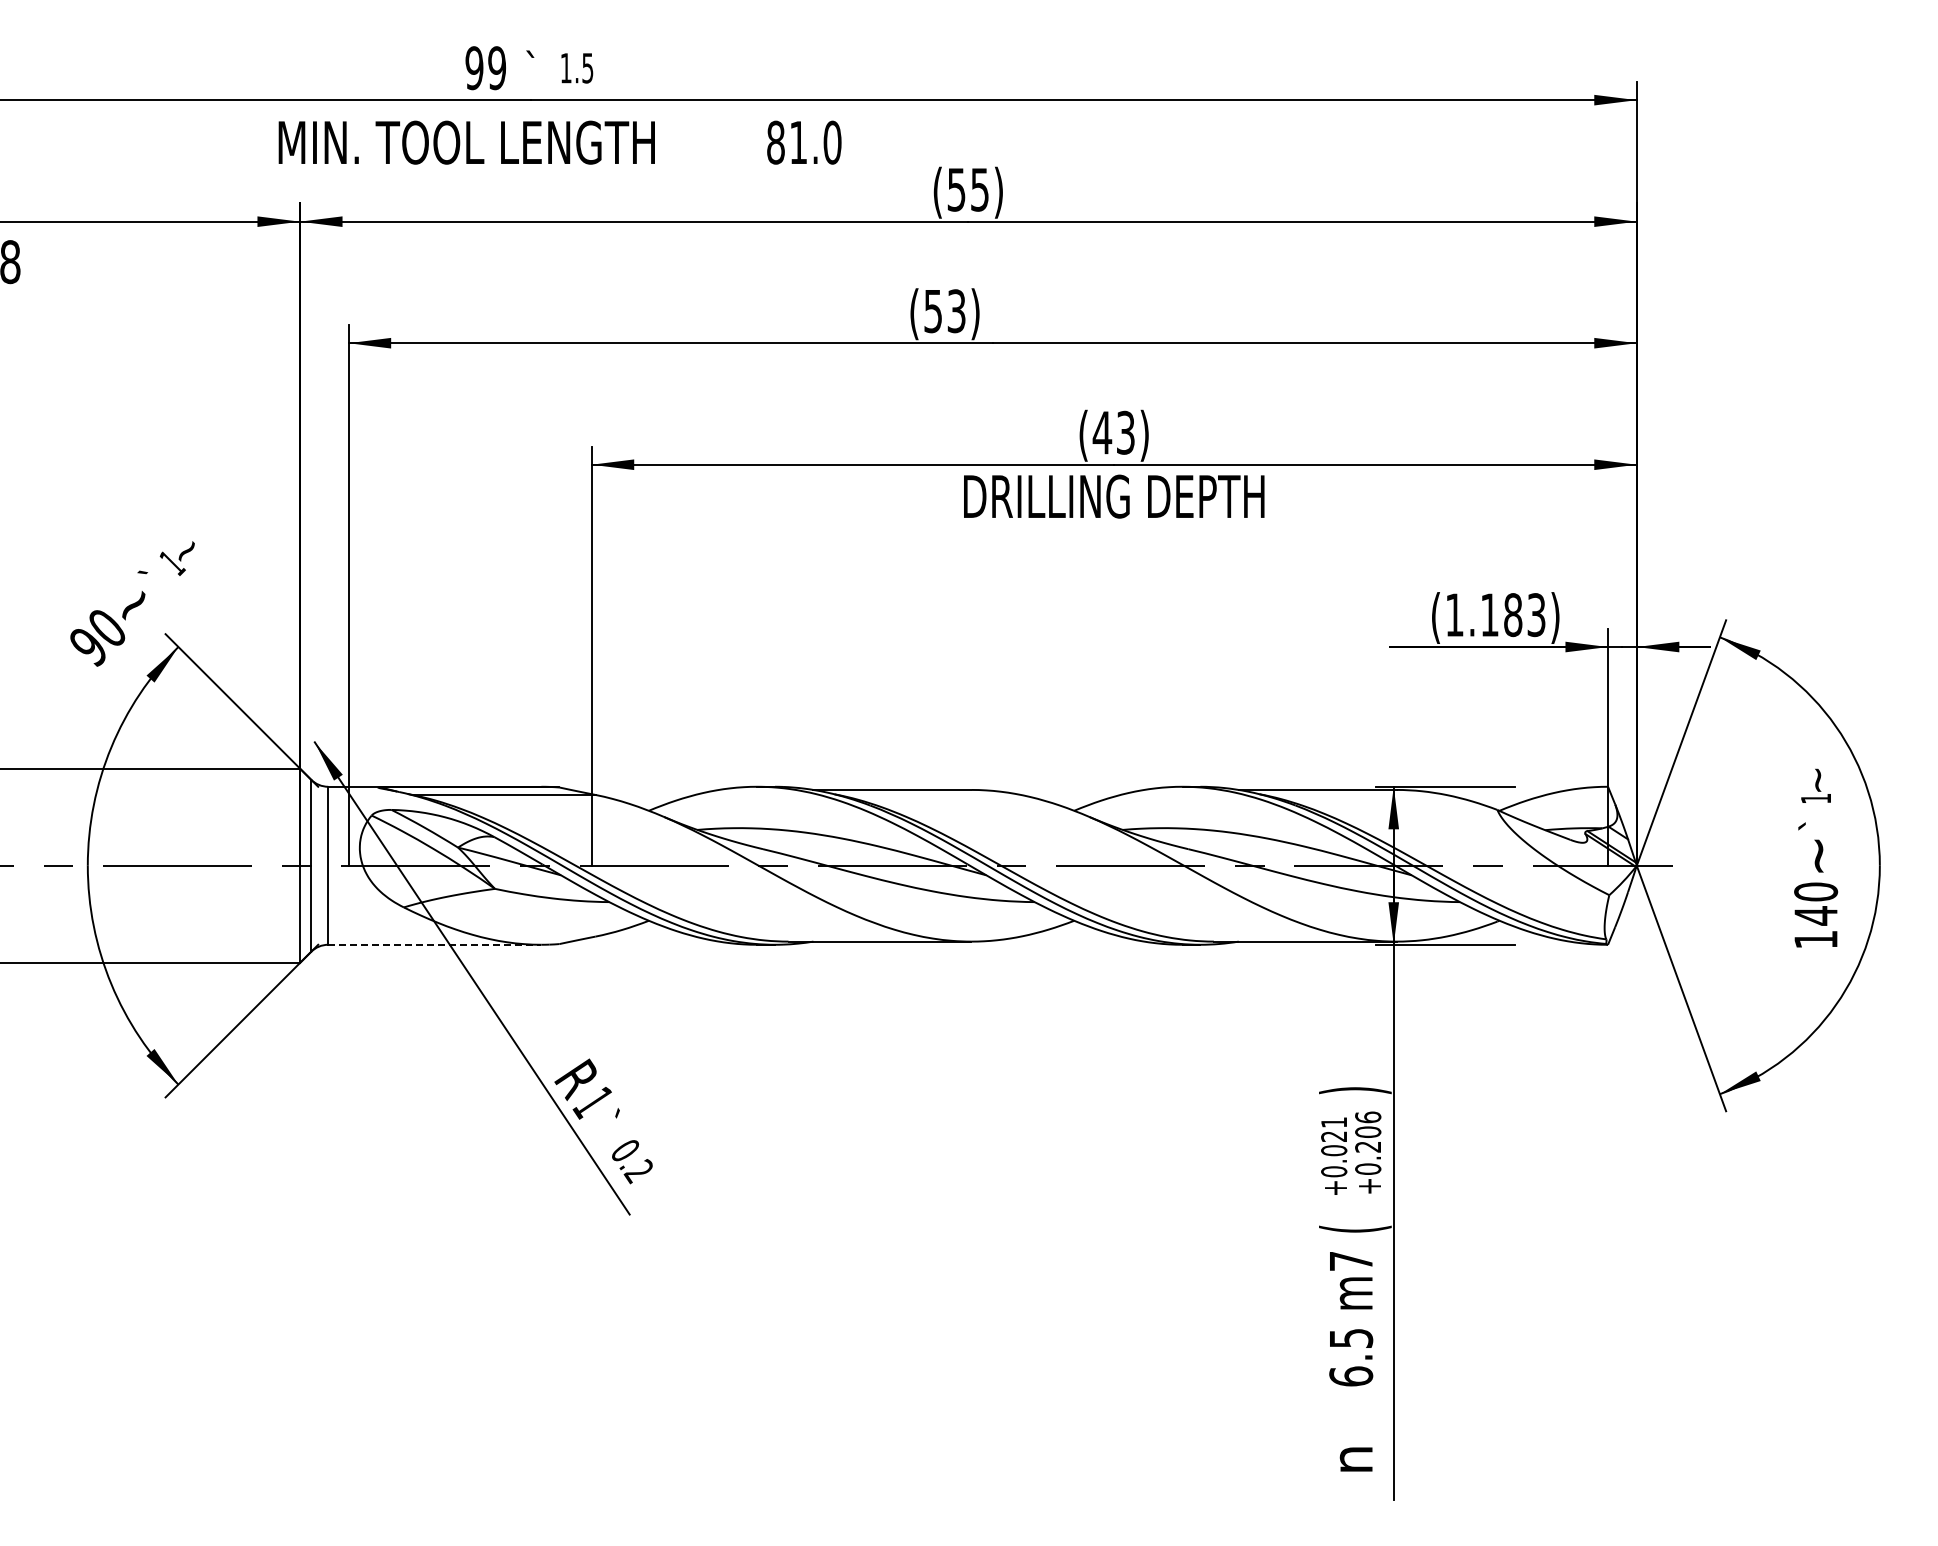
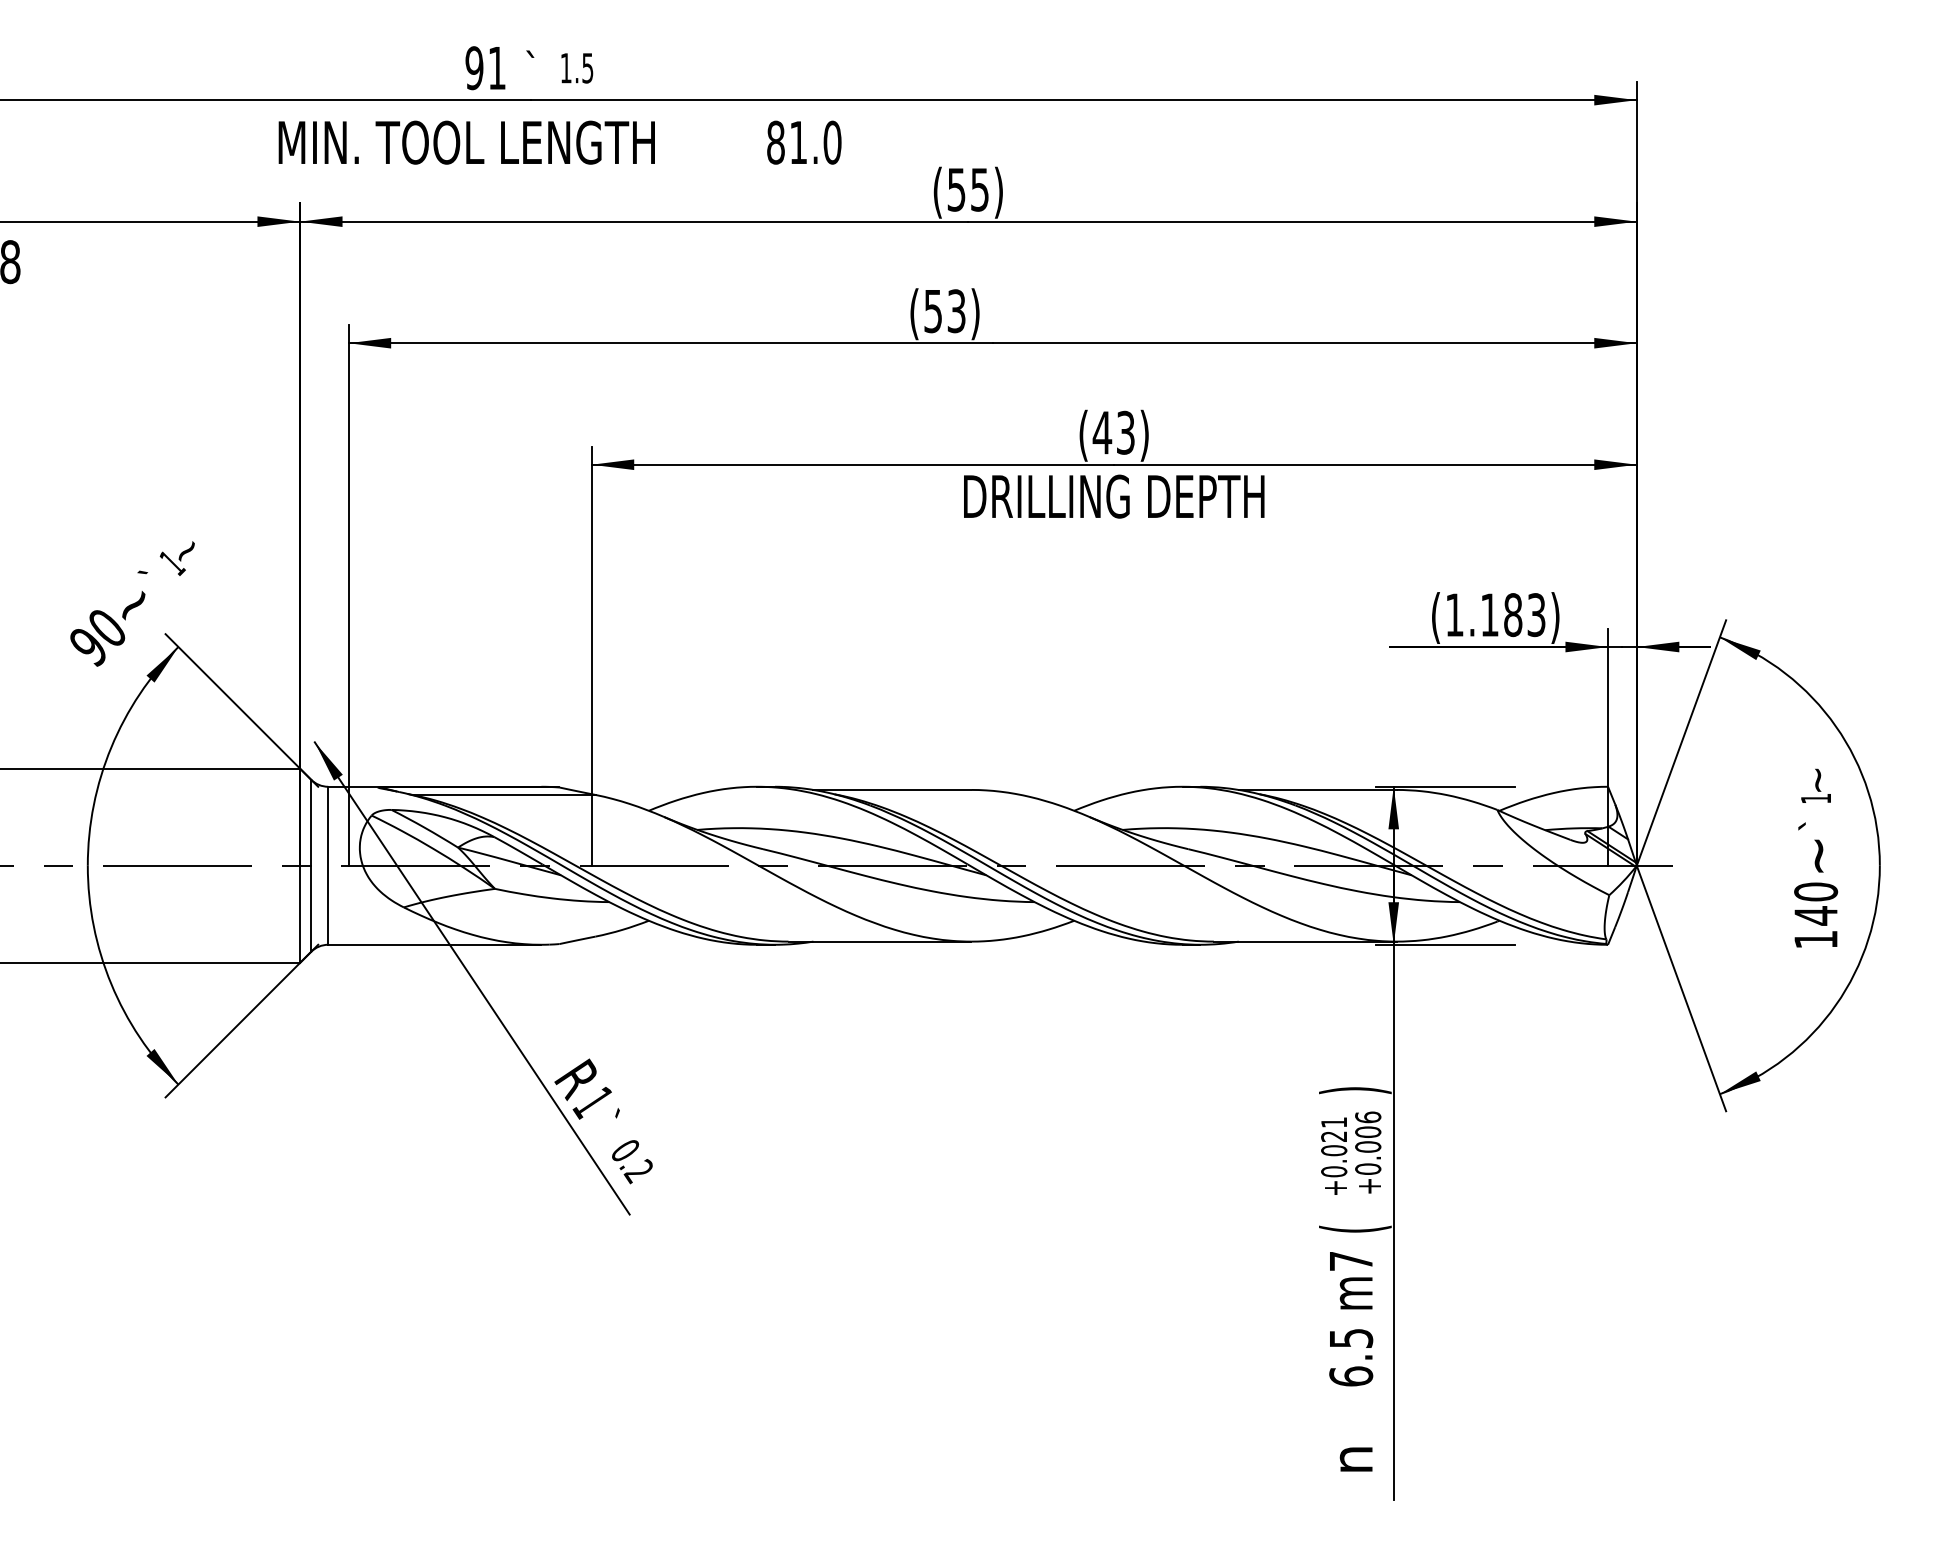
text at (496, 68): 99 -> 91
line at (434, 944): dashed -> solid
text at (1368, 1146): +0.206 -> +0.006
